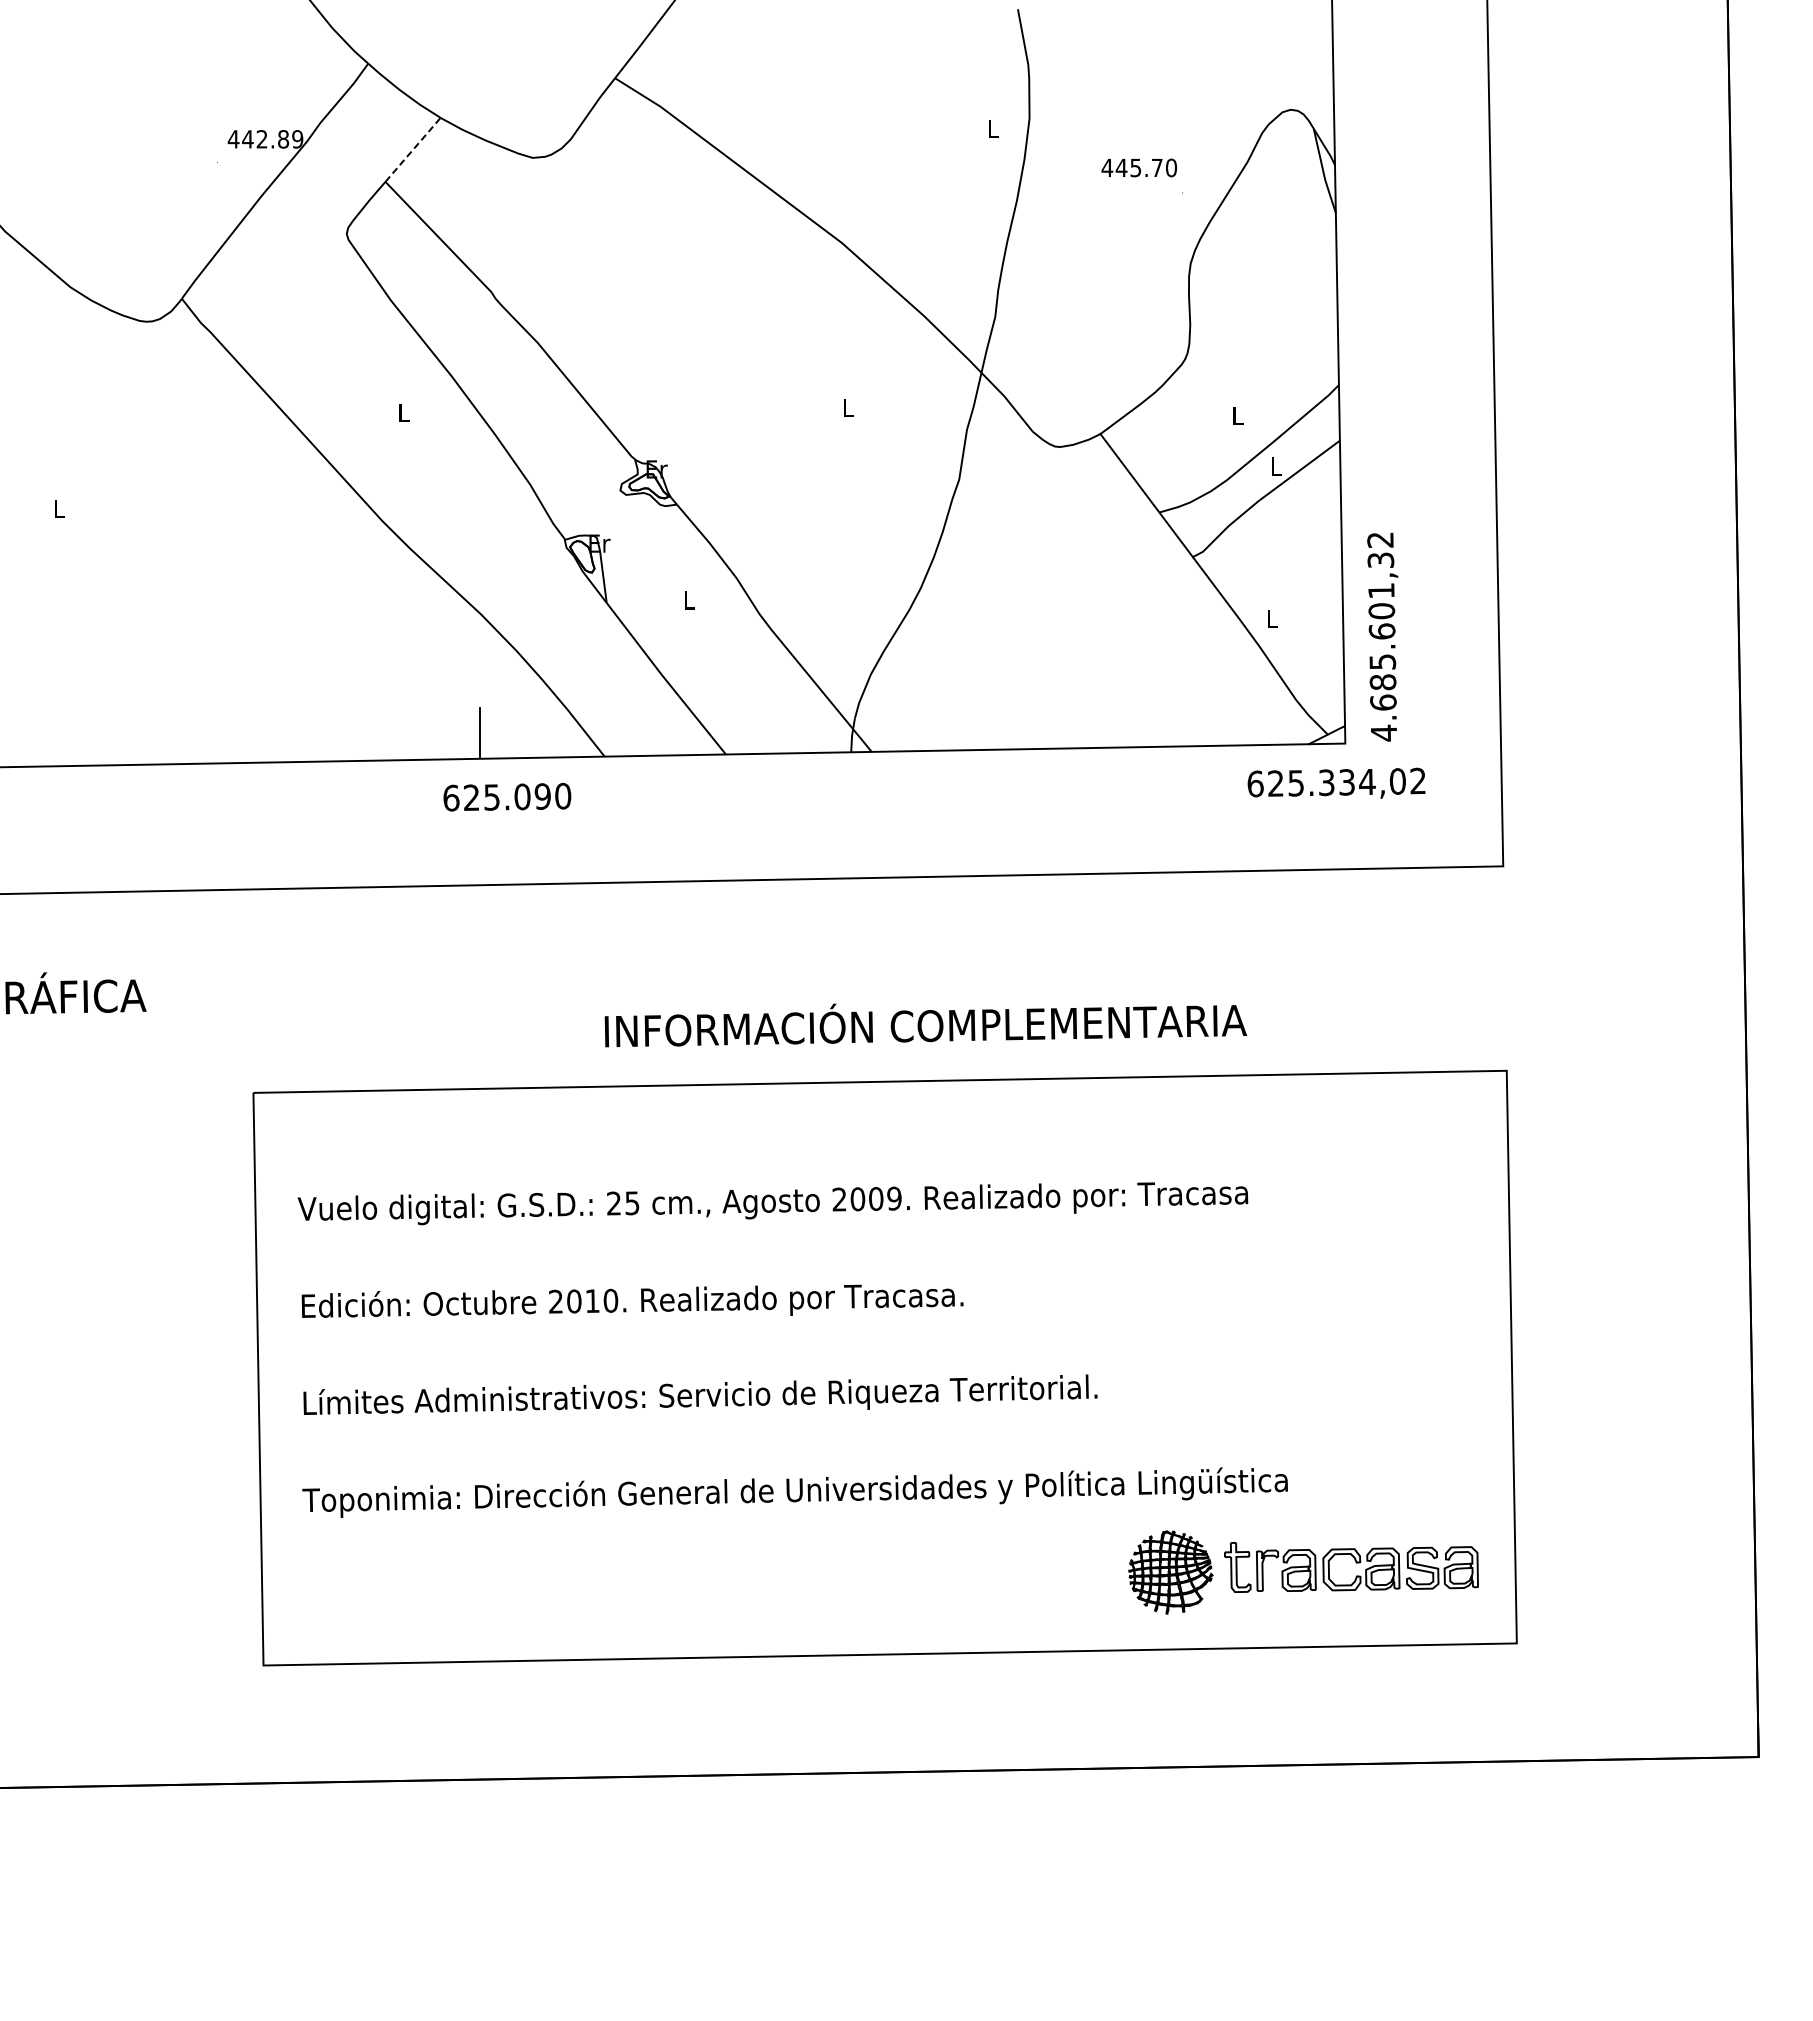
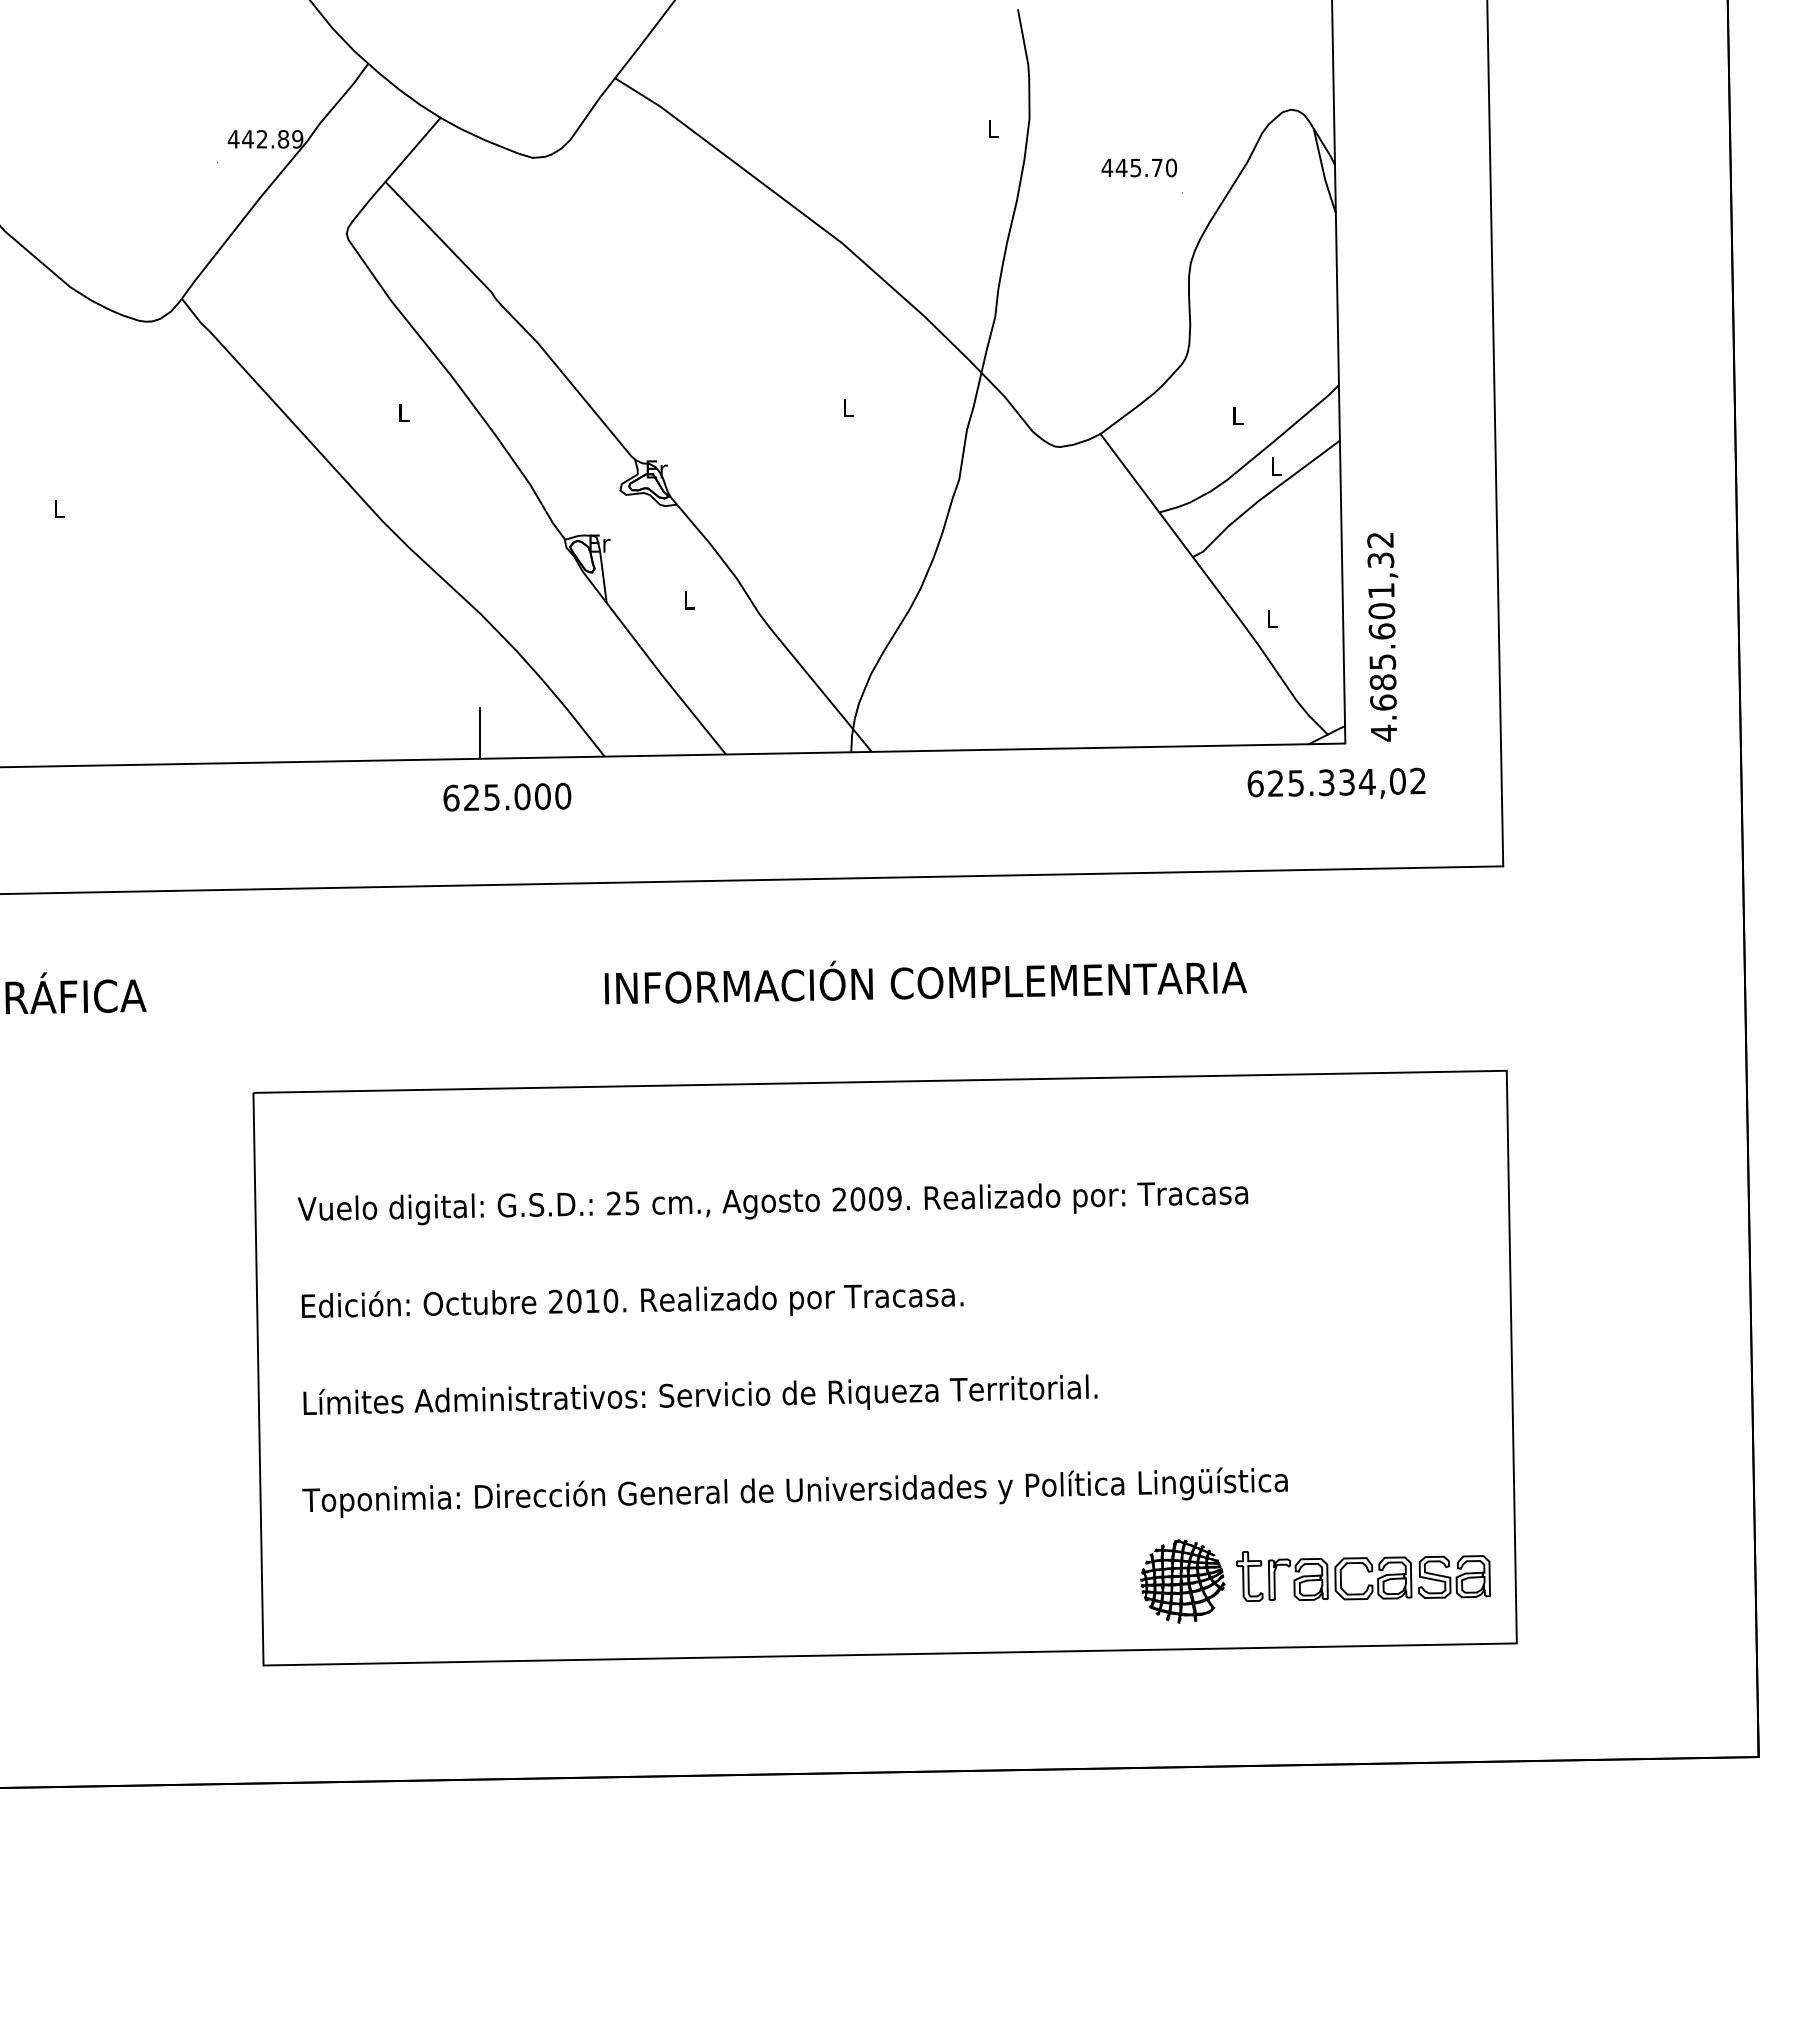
line at (413, 149): dashed -> solid
text at (542, 796): 625.090 -> 625.000
text at (925, 1025) position: (925, 1025) -> (925, 982)
part at (1303, 1572) position: (1303, 1572) -> (1315, 1581)
